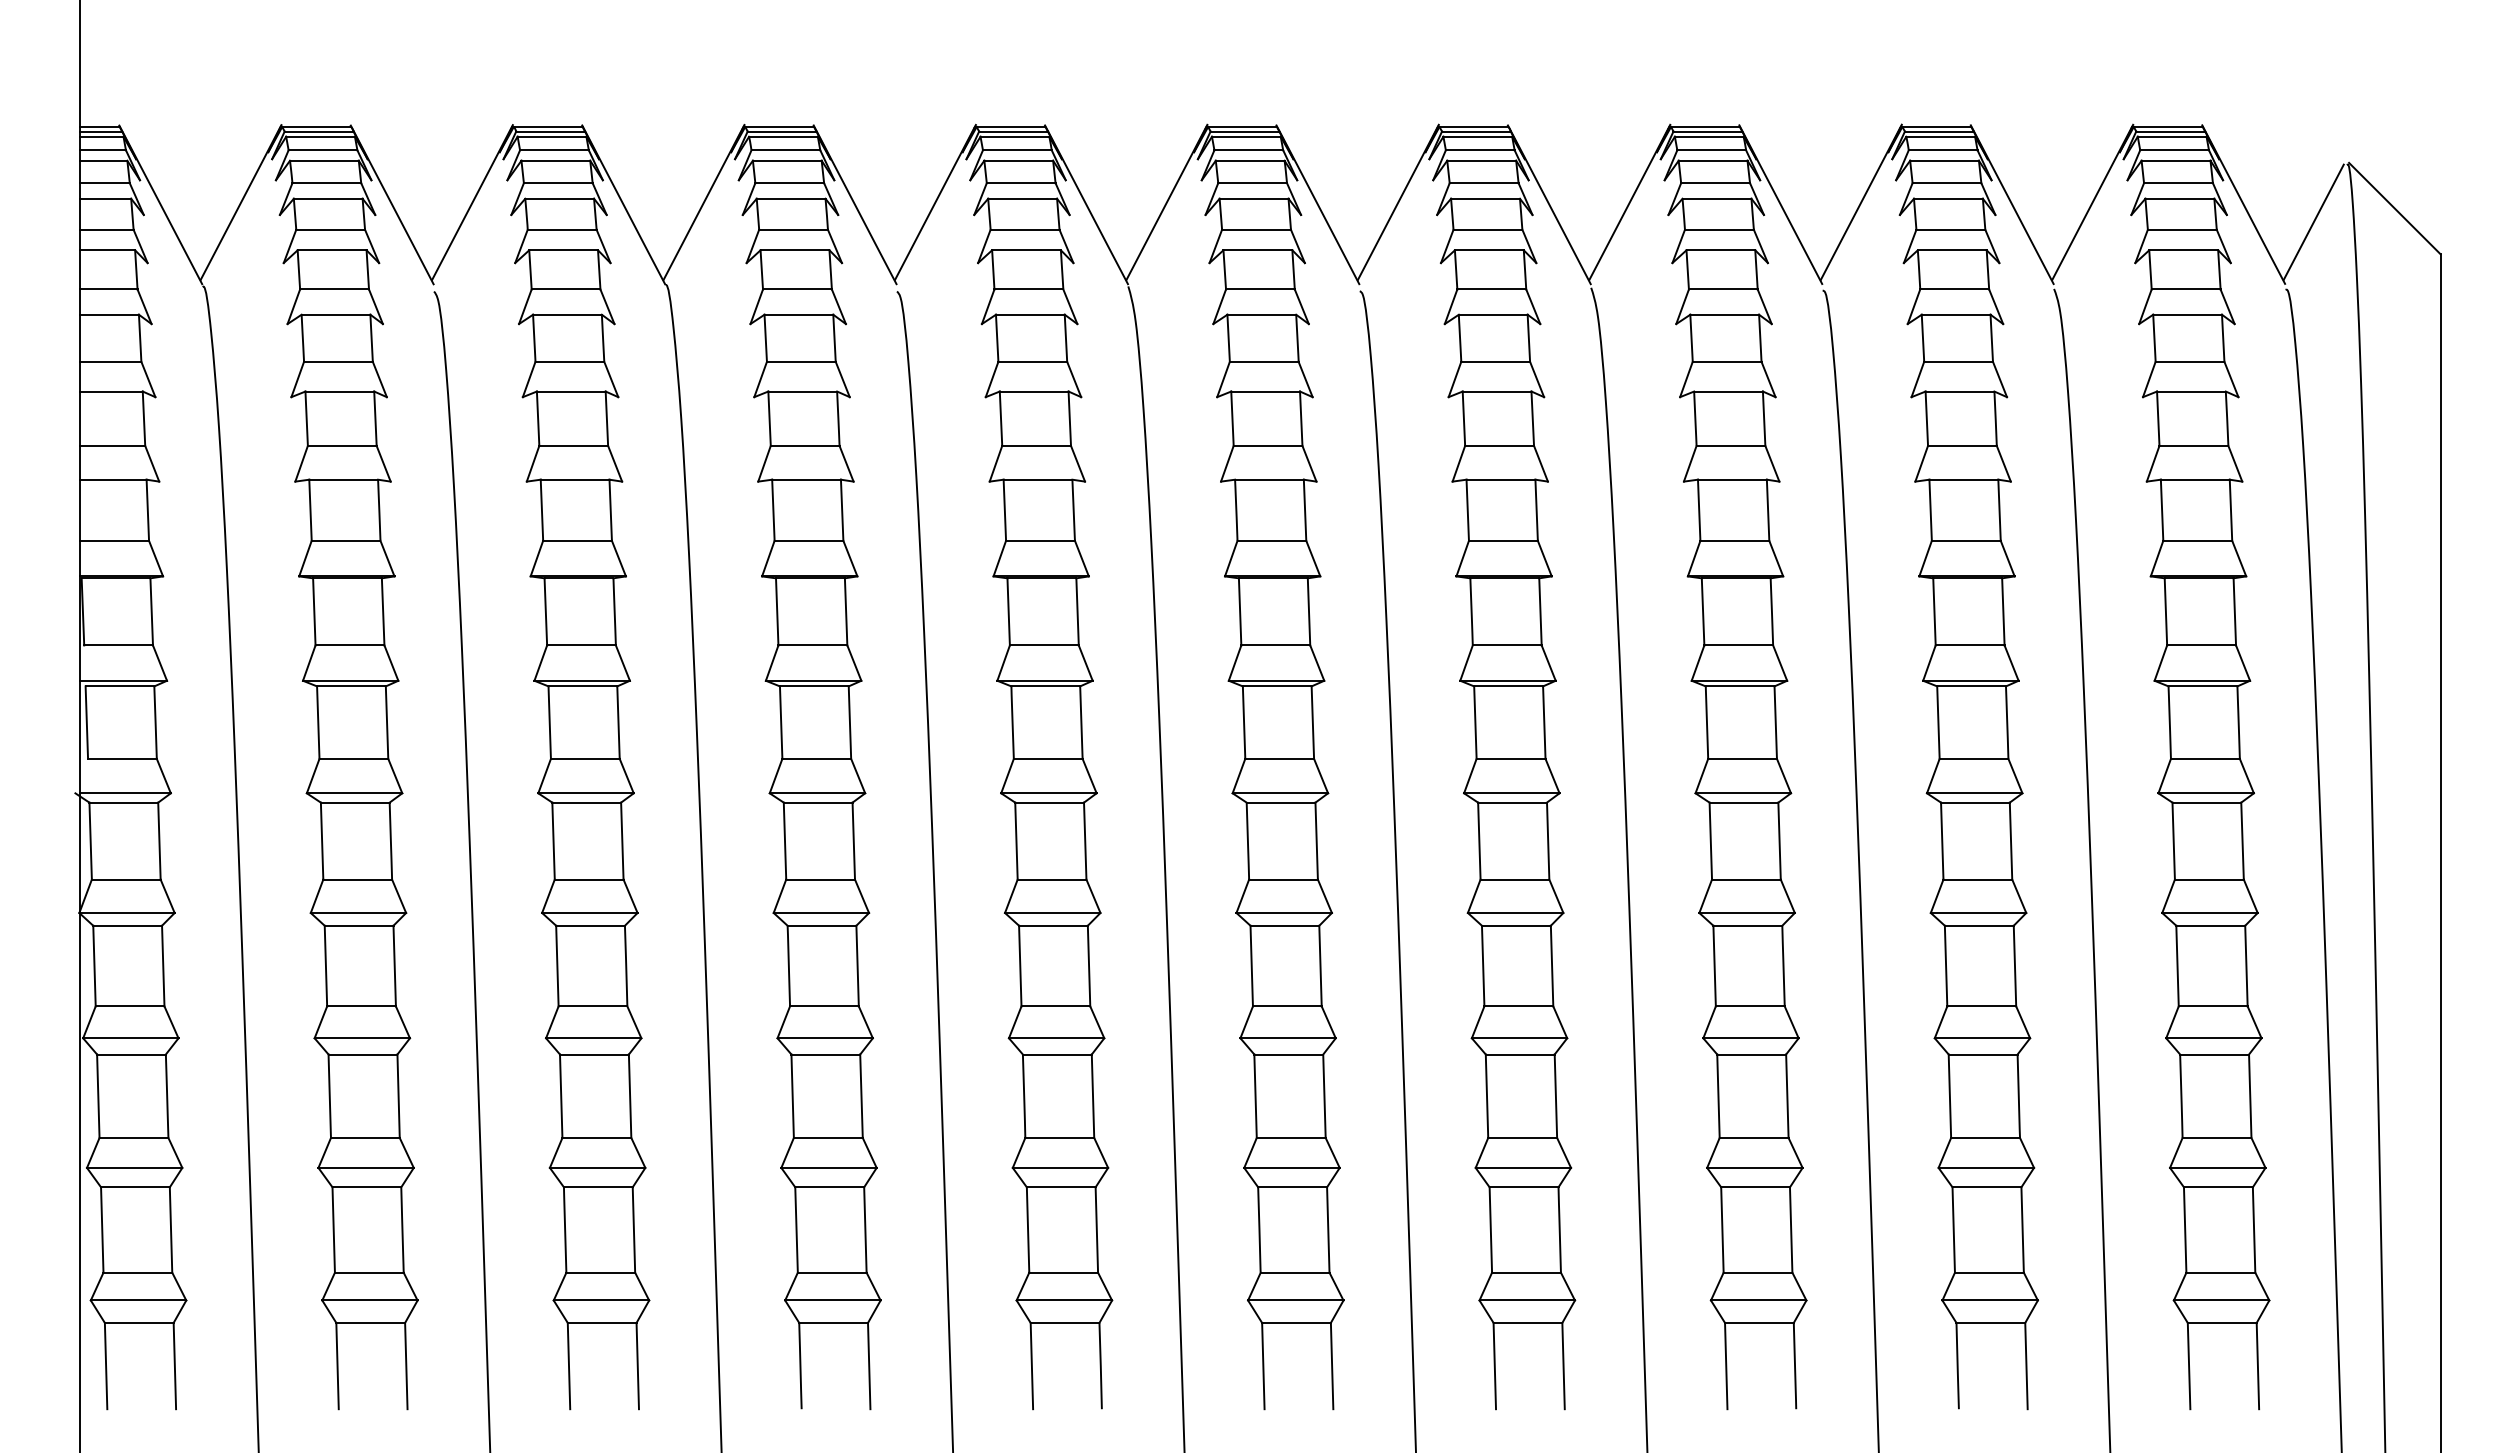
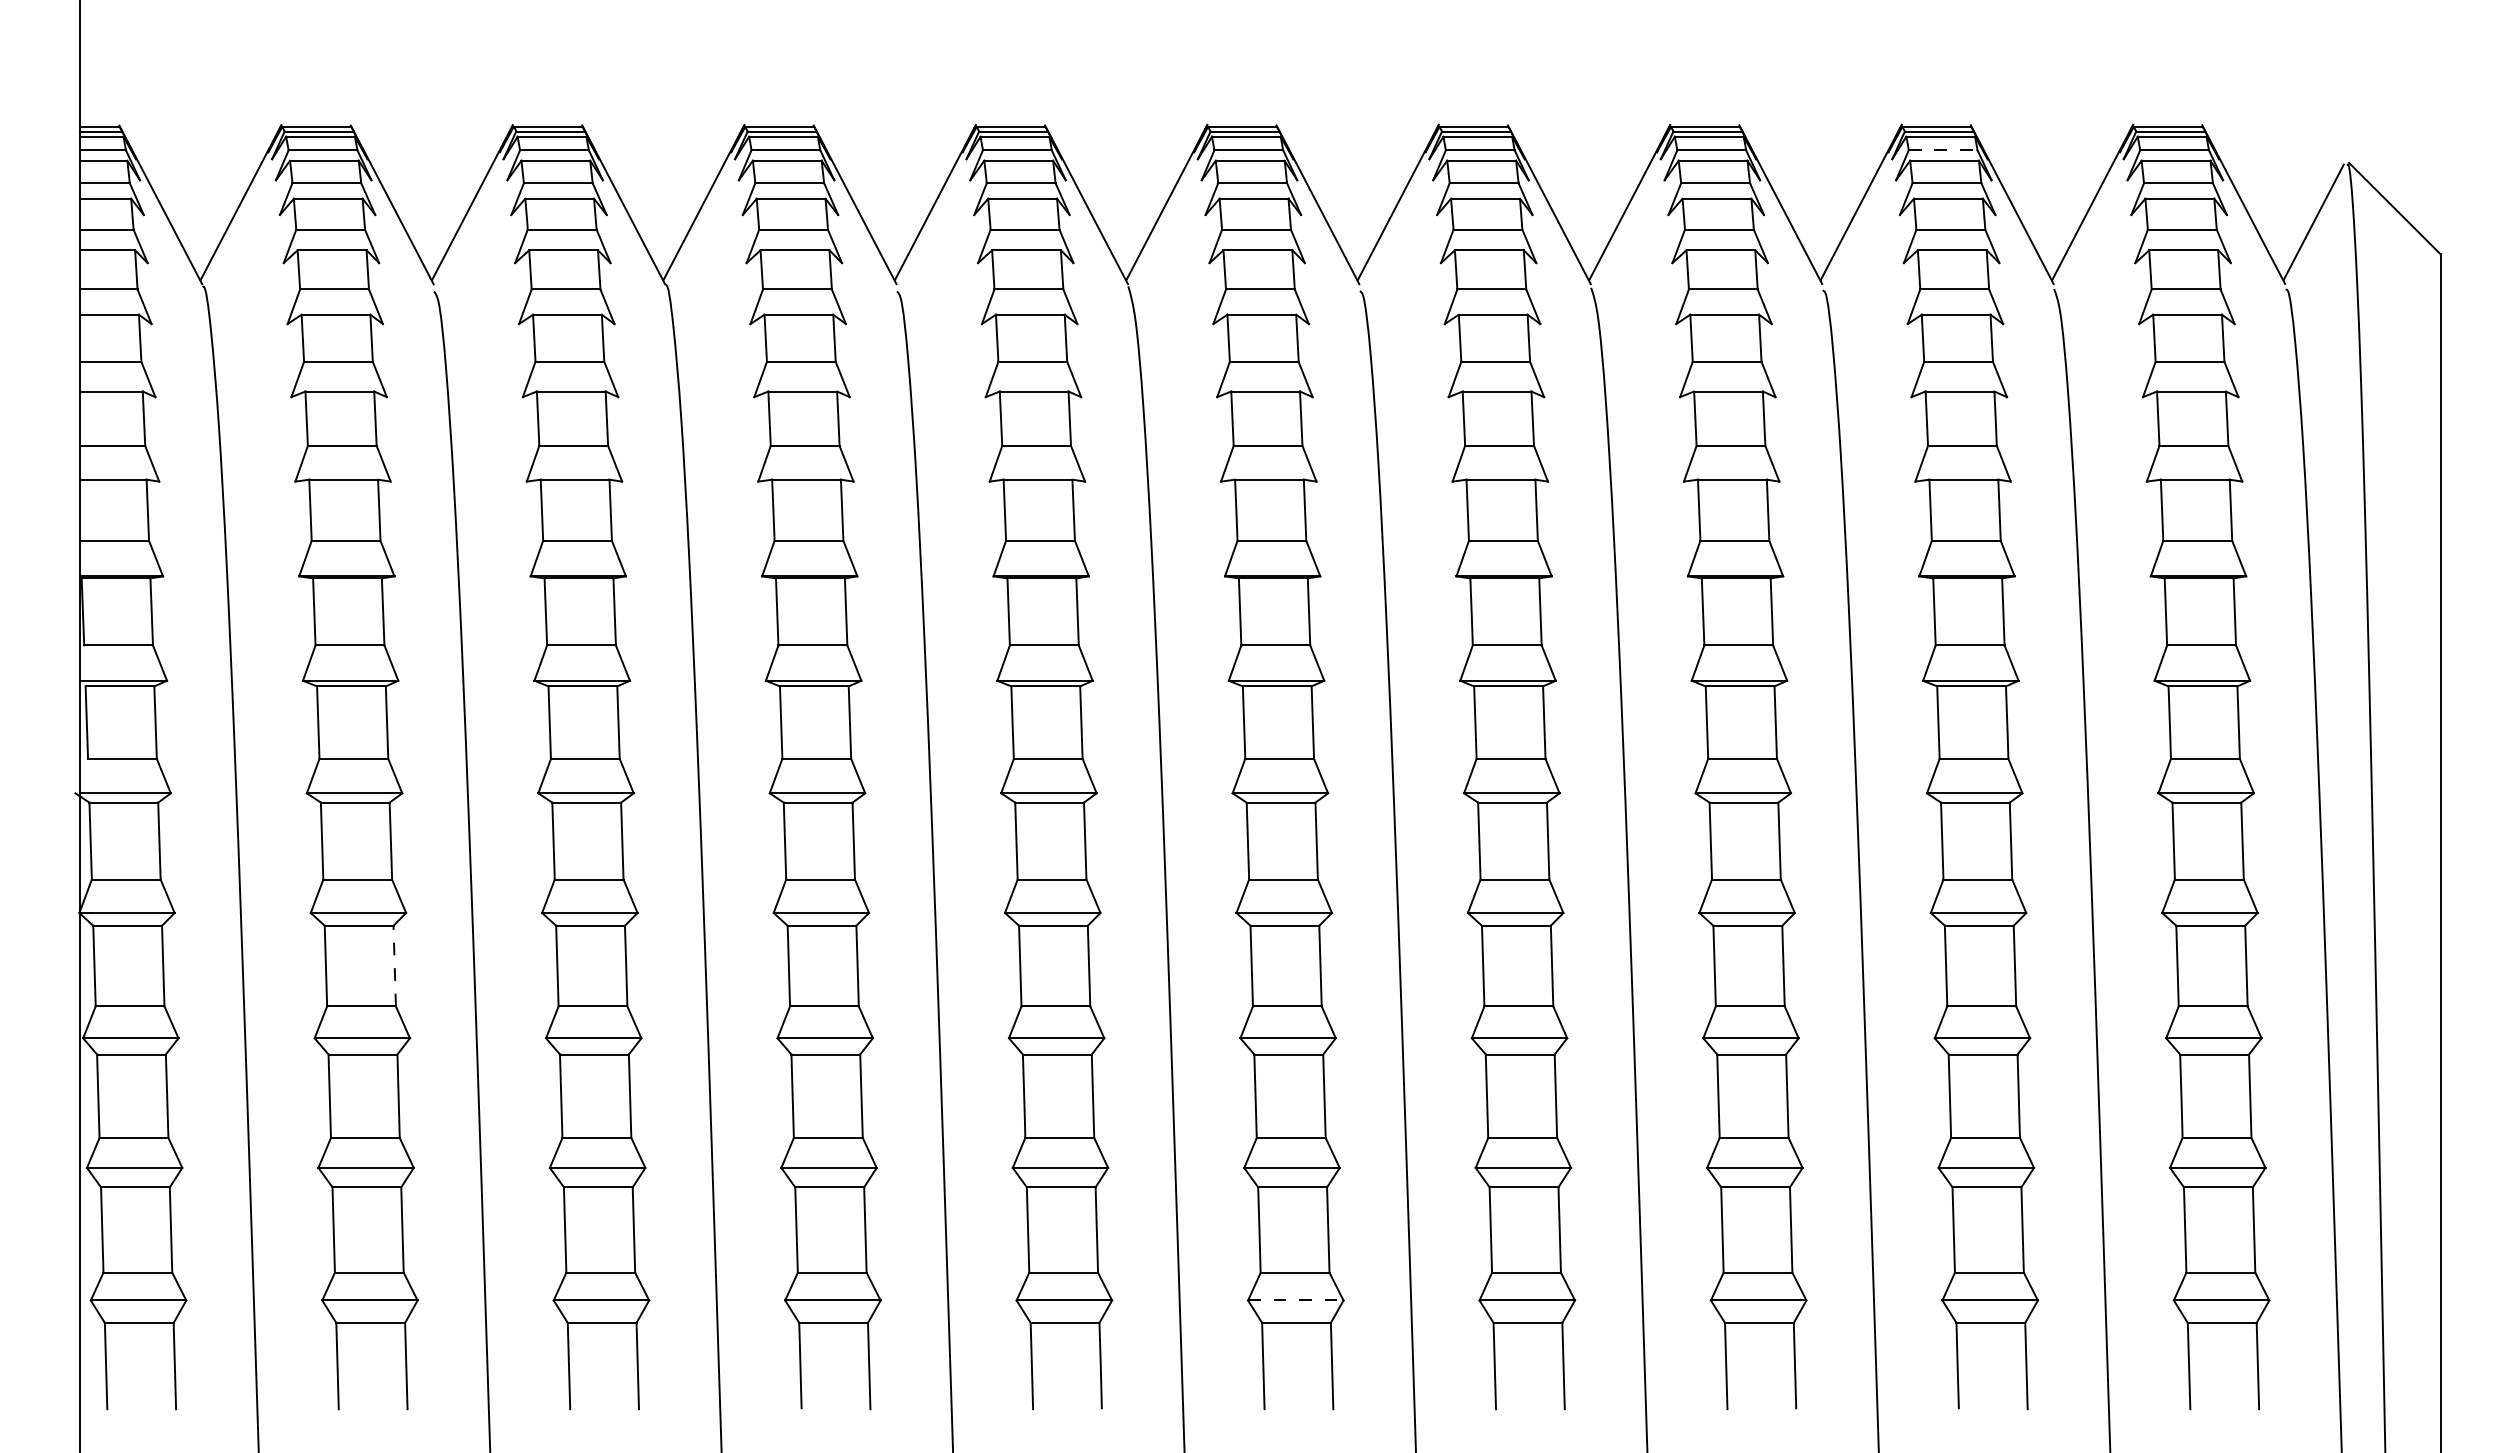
line at (1943, 150): solid -> dashed
line at (394, 965): solid -> dashed
line at (1295, 1300): solid -> dashed
